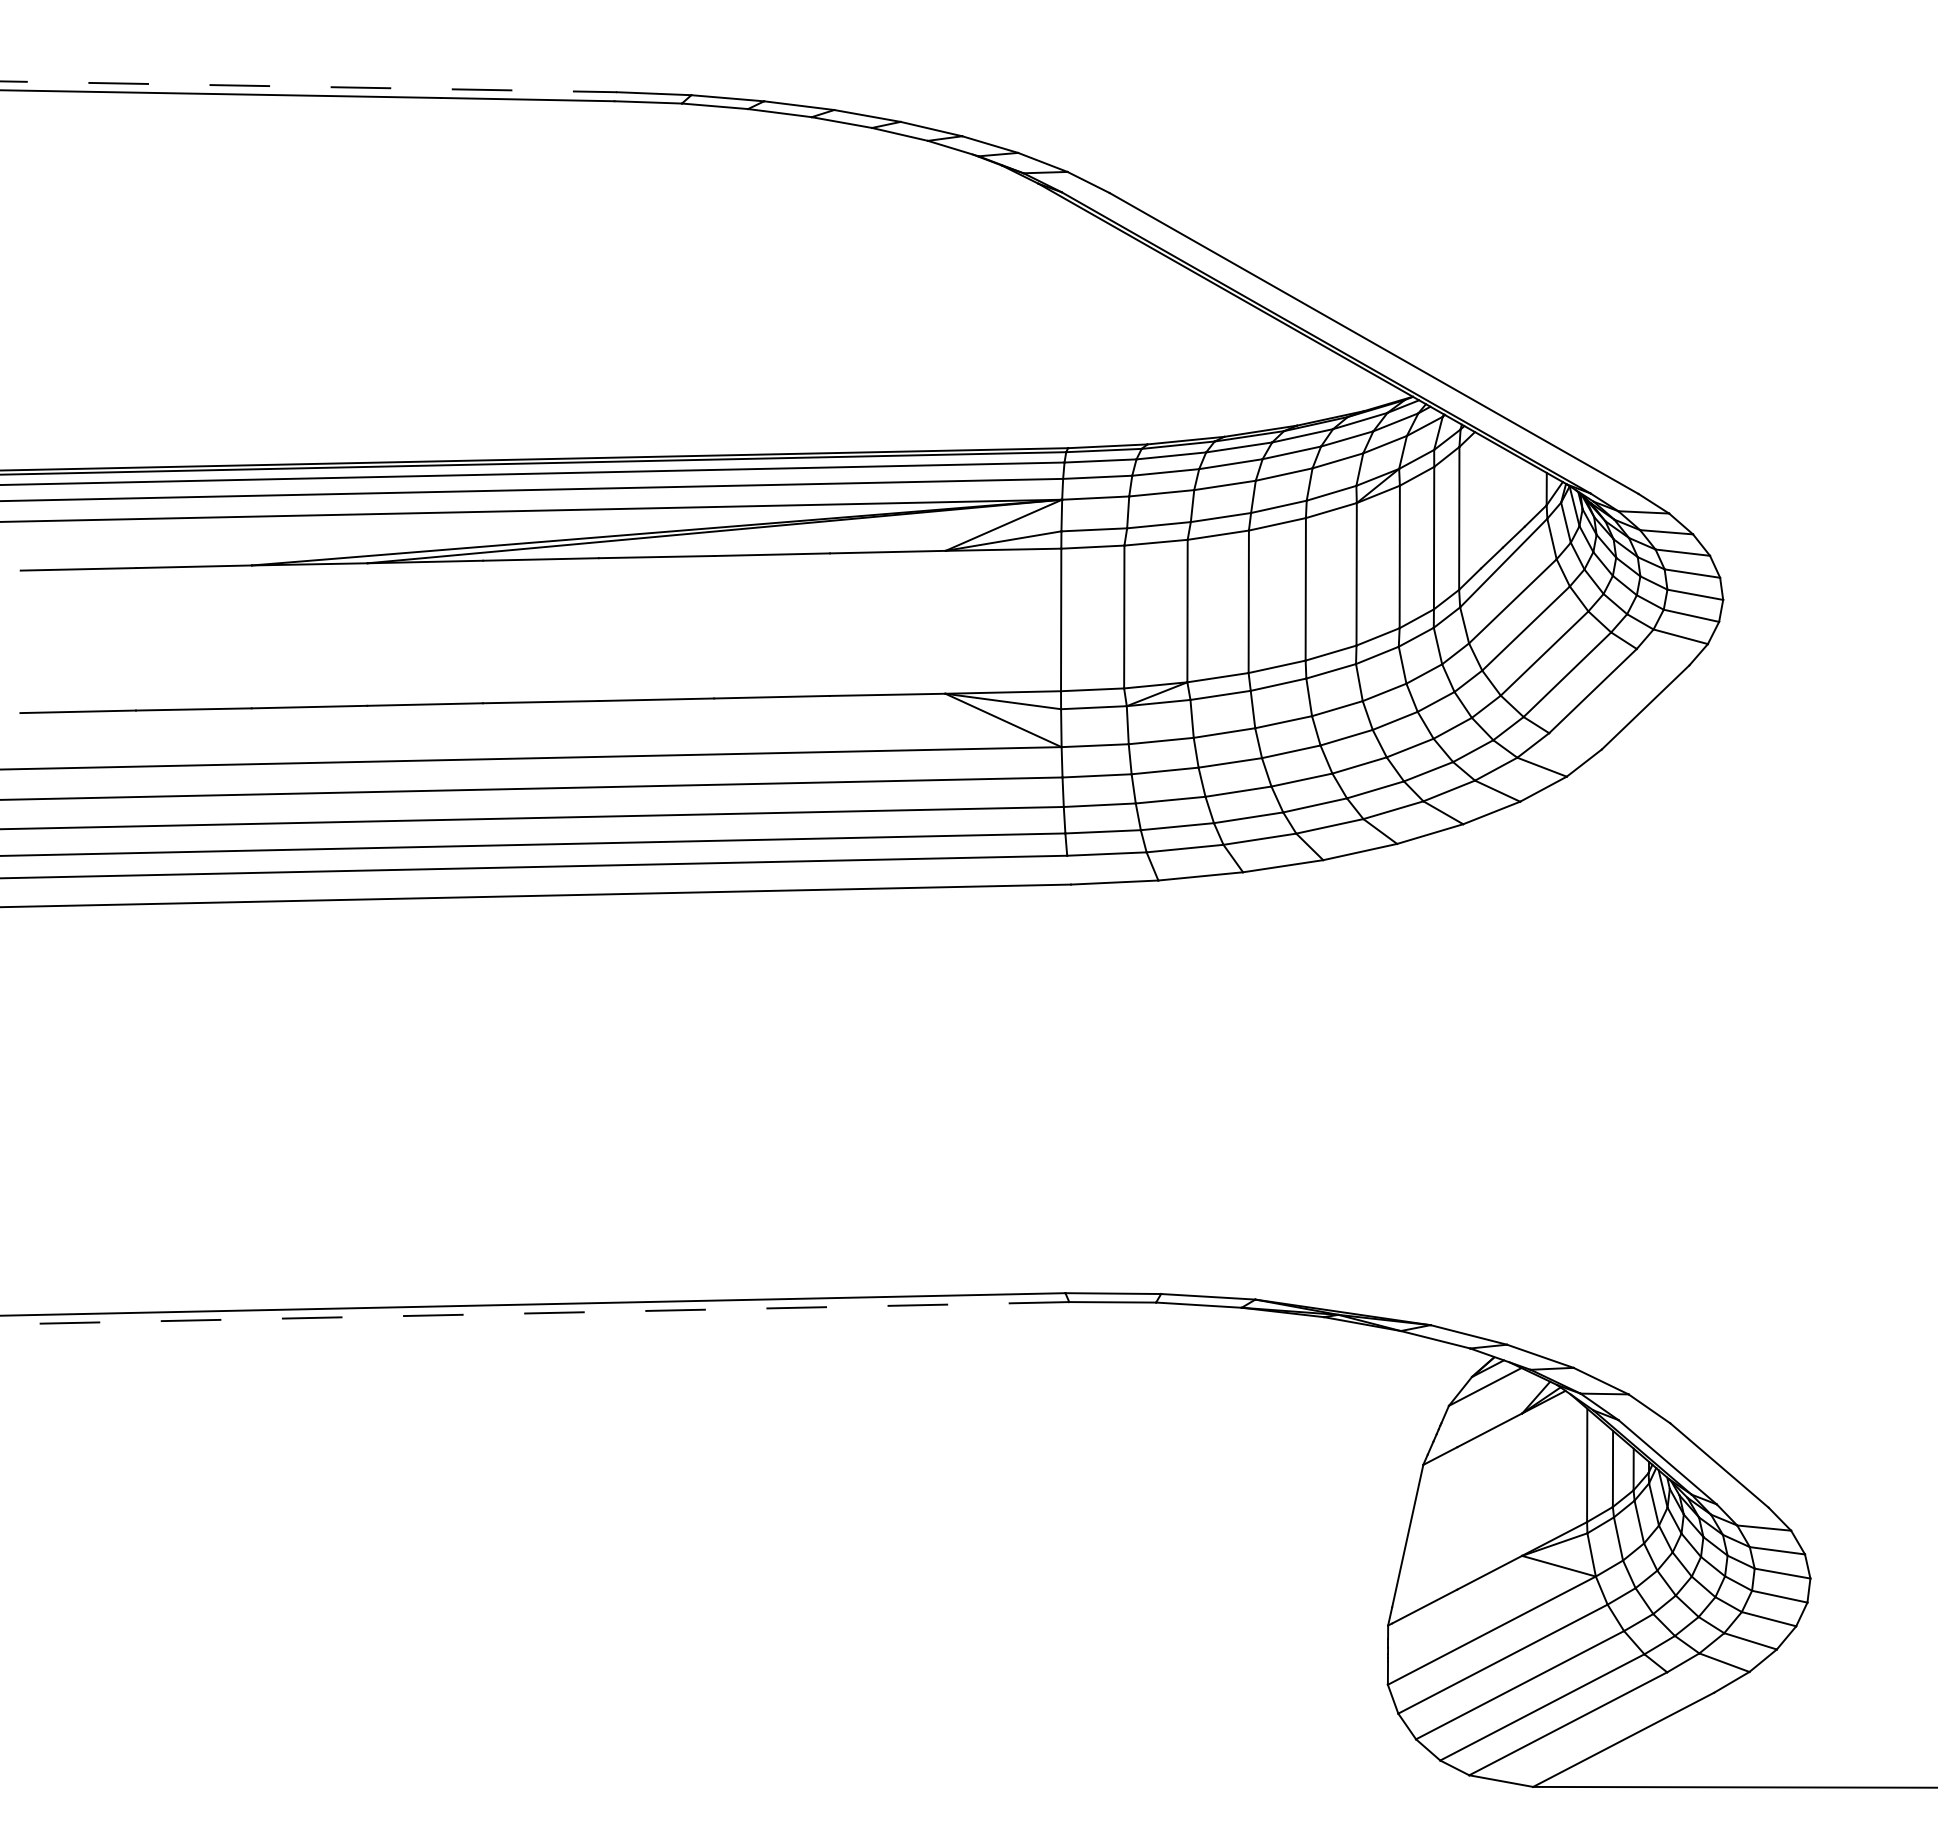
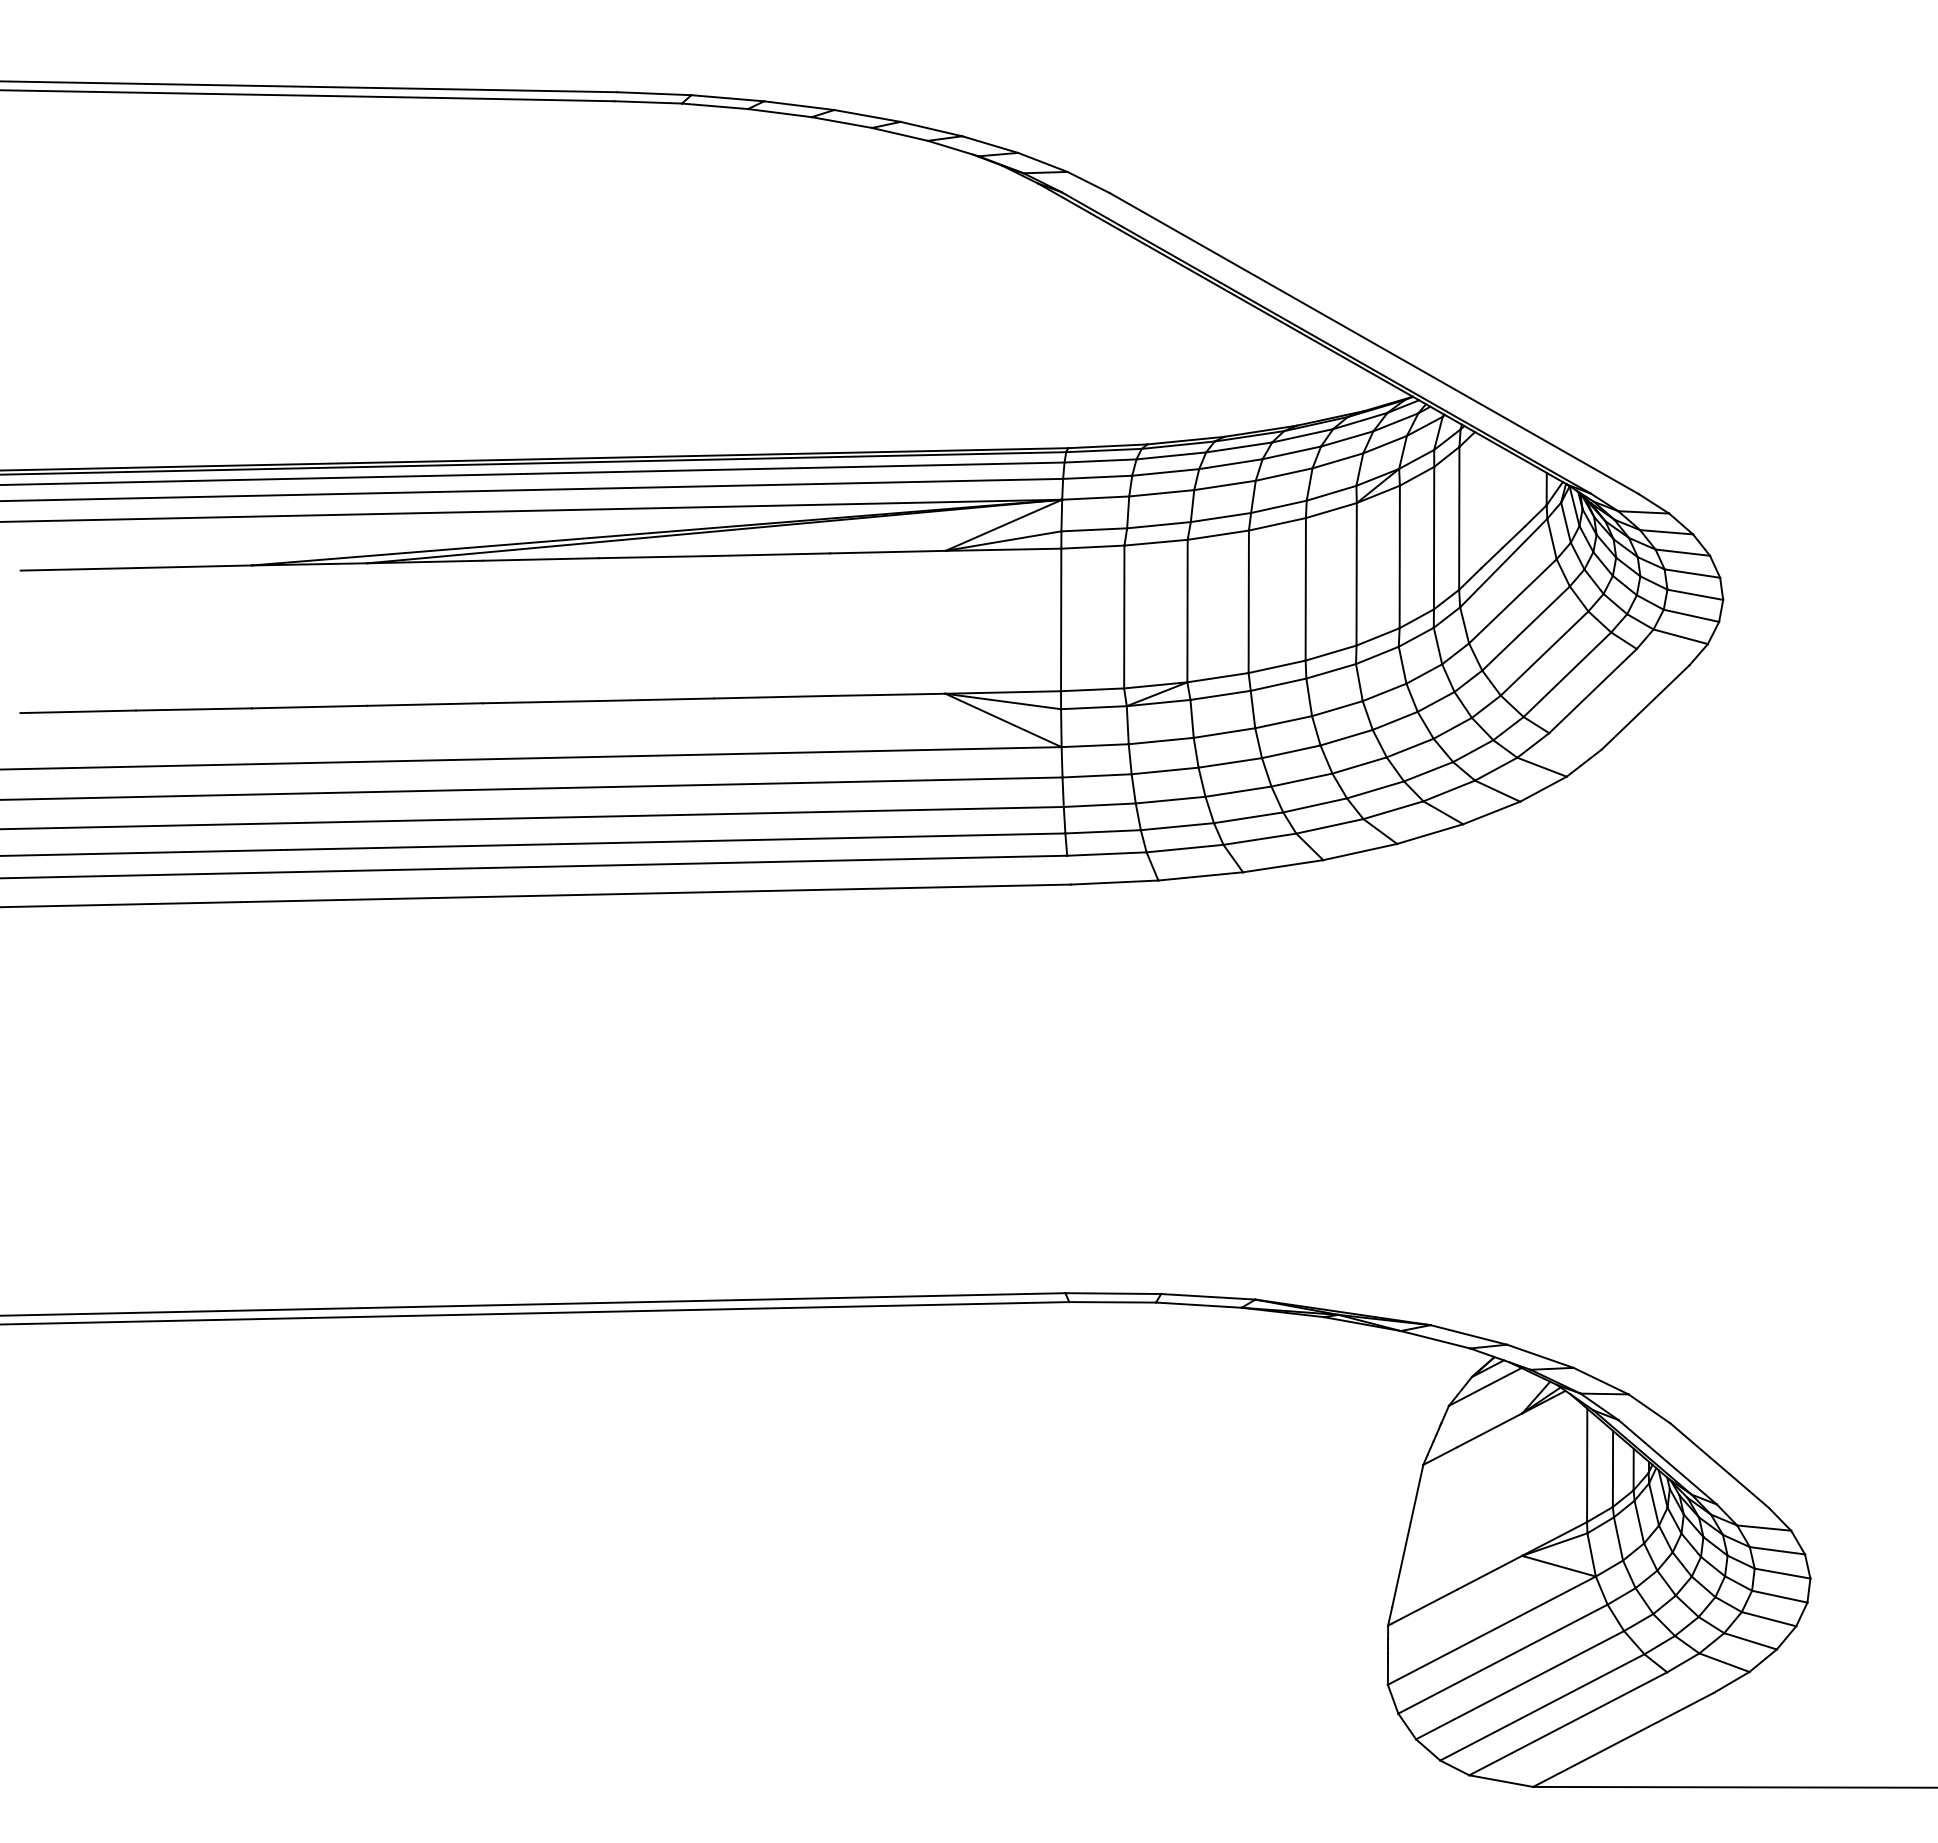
line at (309, 86): dashed -> solid
line at (534, 1313): dashed -> solid
